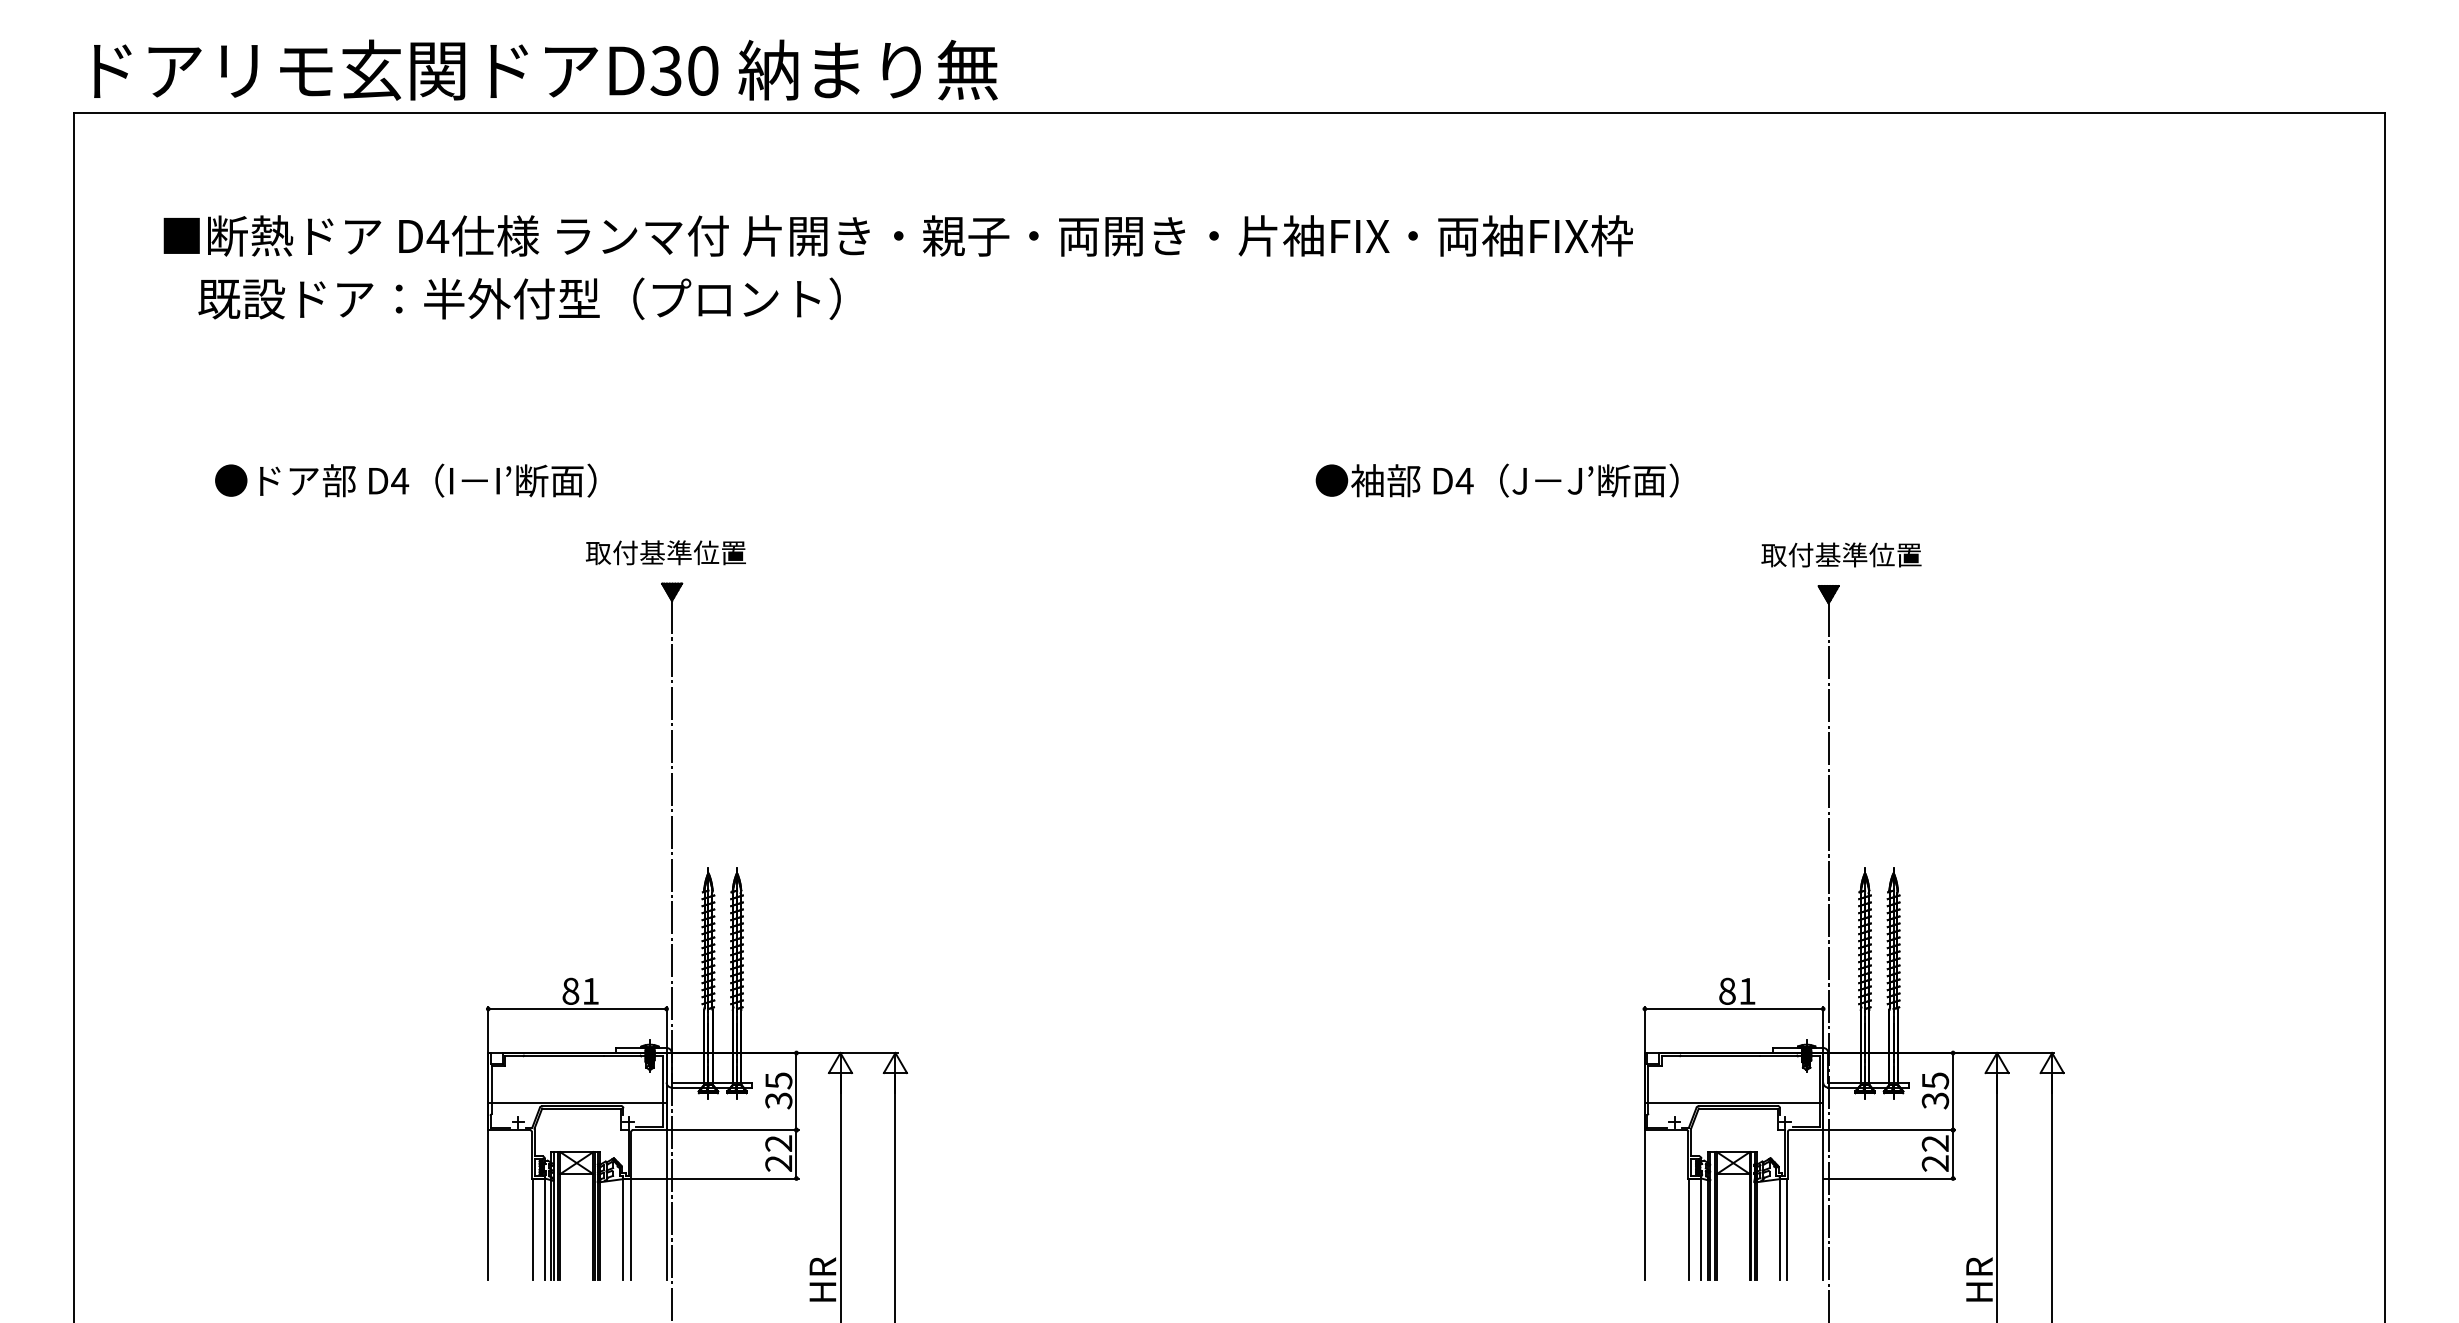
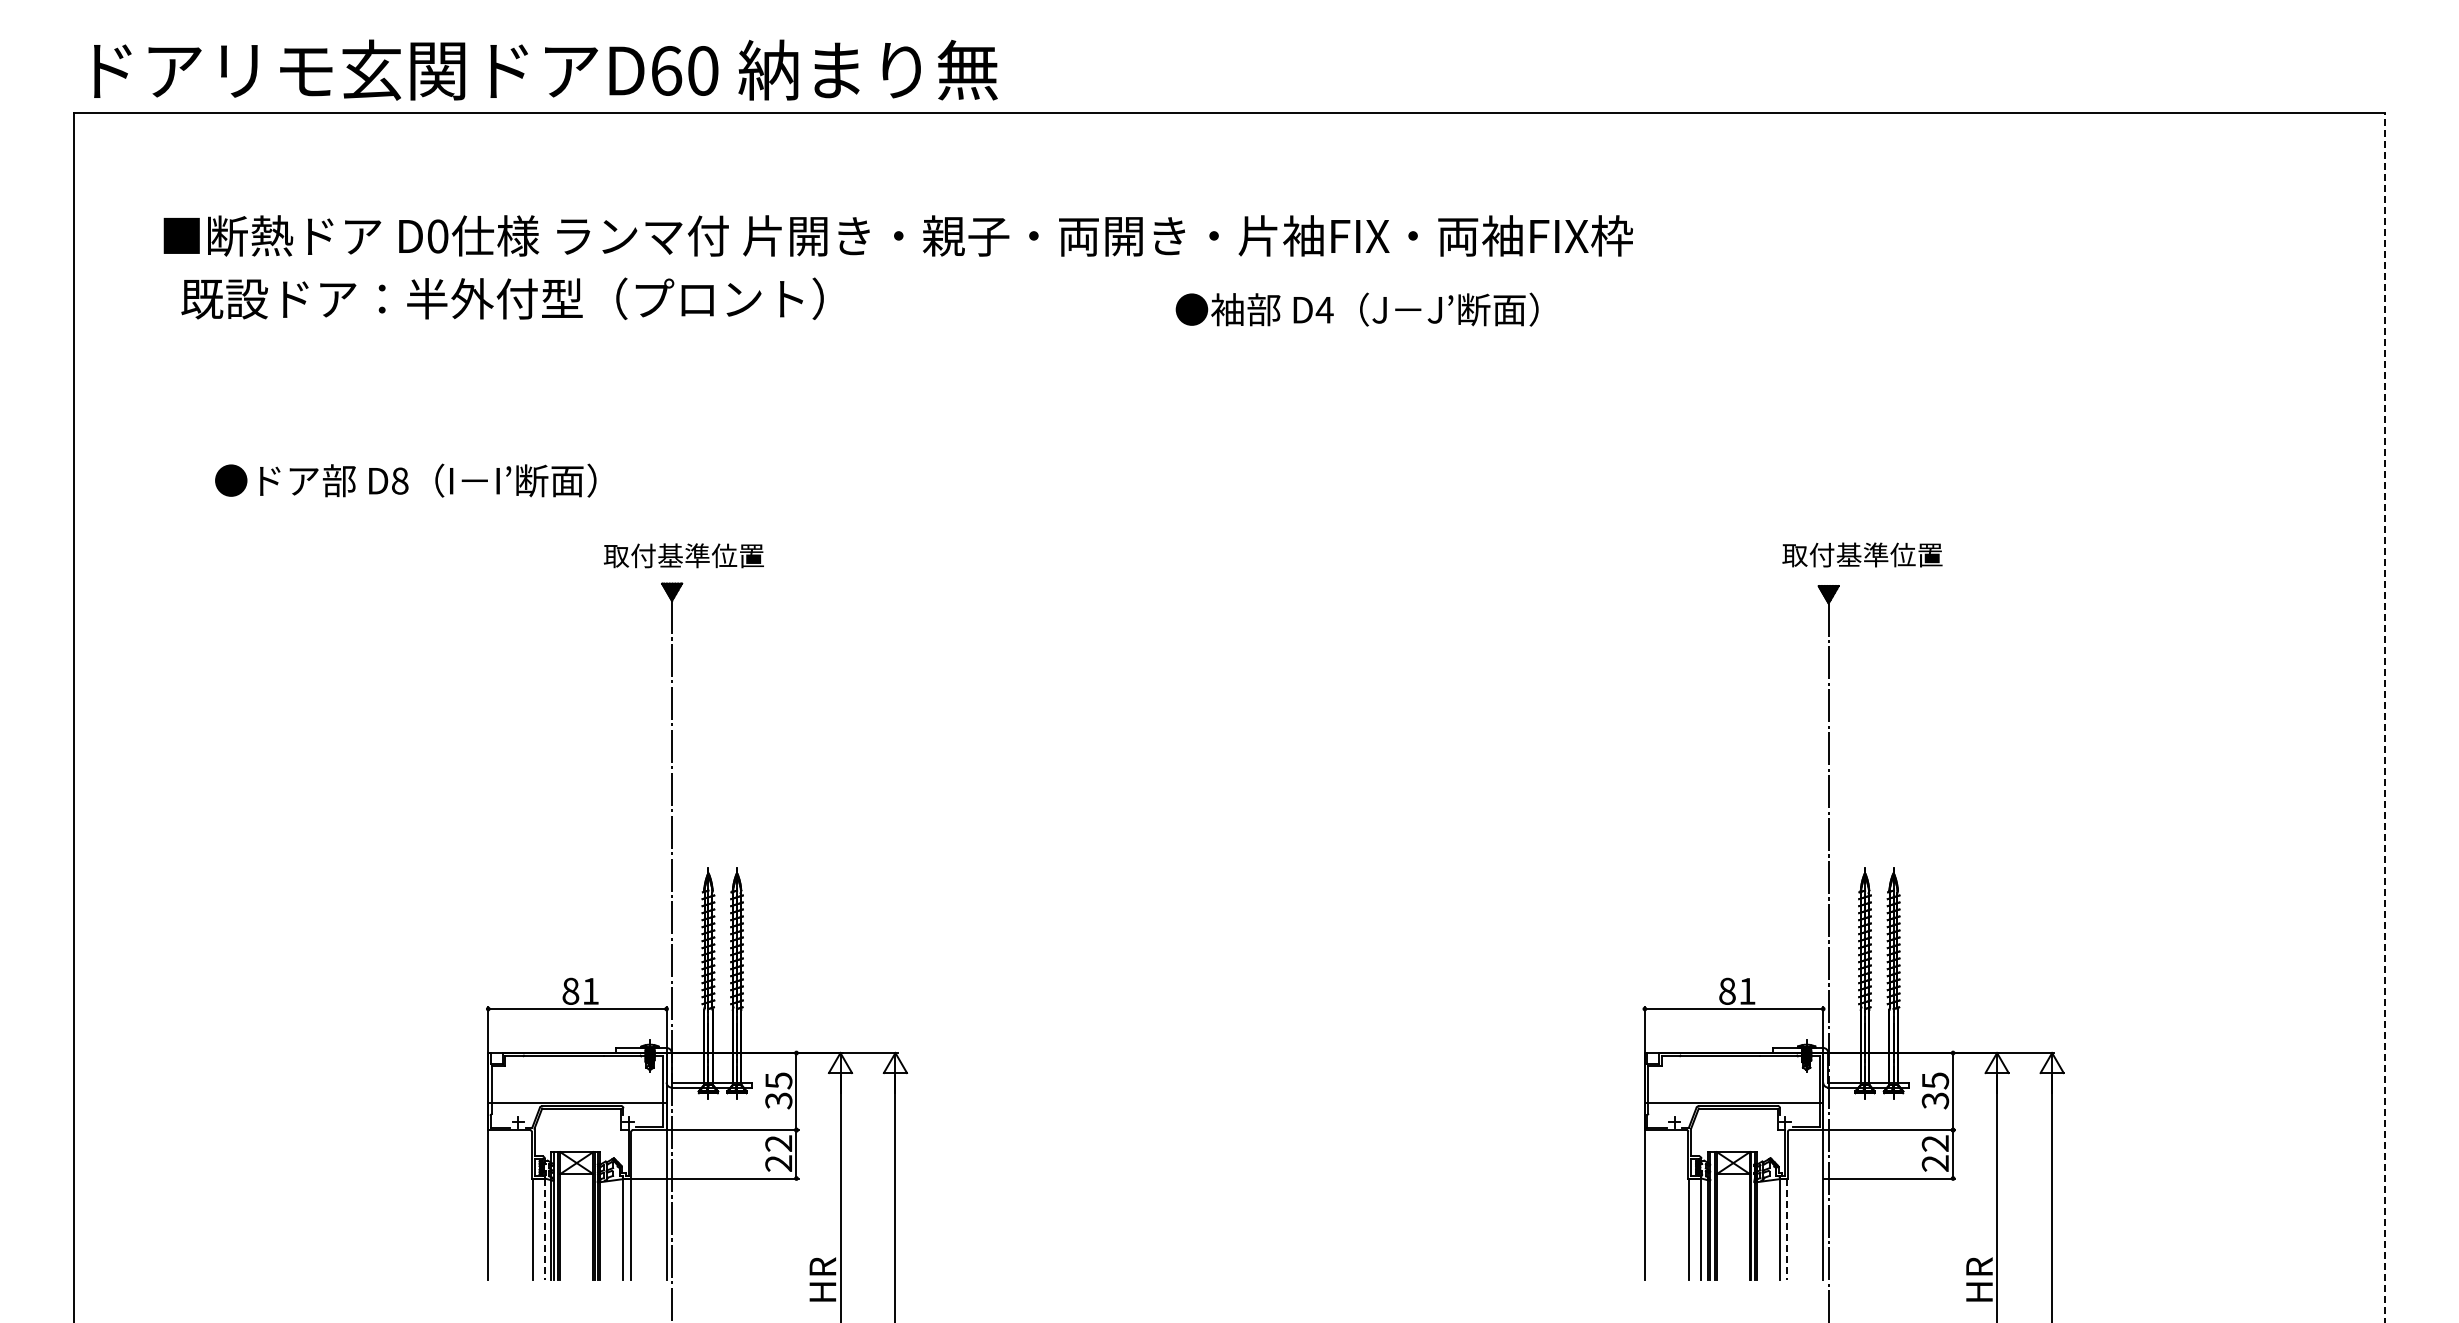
text at (666, 70): D30 -> D60
text at (437, 236): D4 -> D0
text at (519, 298) position: (519, 298) -> (502, 298)
text at (400, 480): D4 -> D8
text at (1496, 480) position: (1496, 480) -> (1356, 309)
text at (665, 552) position: (665, 552) -> (683, 555)
text at (1841, 554) position: (1841, 554) -> (1862, 554)
line at (2385, 717): solid -> dashed
line at (544, 1230): solid -> dashed
line at (1787, 1230): solid -> dashed
